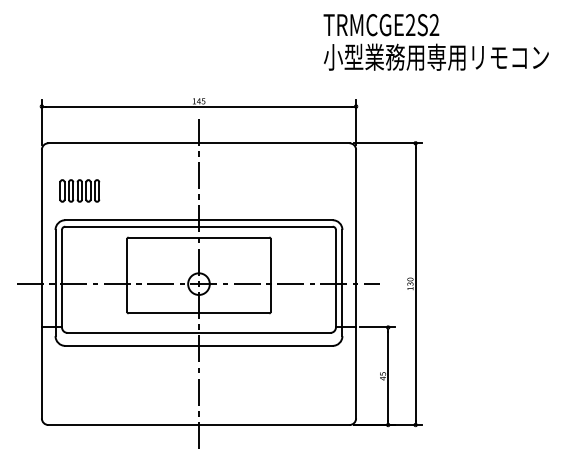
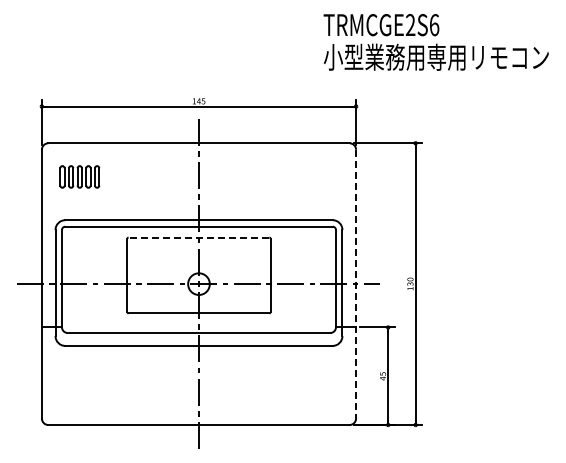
text at (434, 25): TRMCGE2S2 -> TRMCGE2S6
part at (79, 190) position: (79, 190) -> (79, 176)
line at (198, 237): solid -> dashed
line at (356, 284): solid -> dashed
